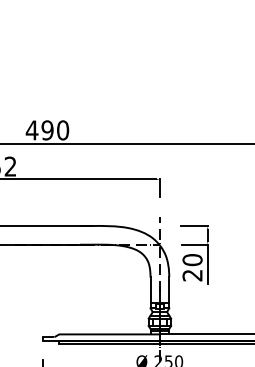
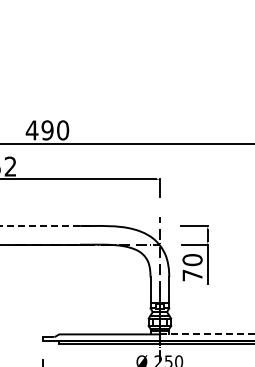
line at (46, 225): solid -> dashed
text at (192, 275): 20 -> 70
line at (207, 334): solid -> dashed
